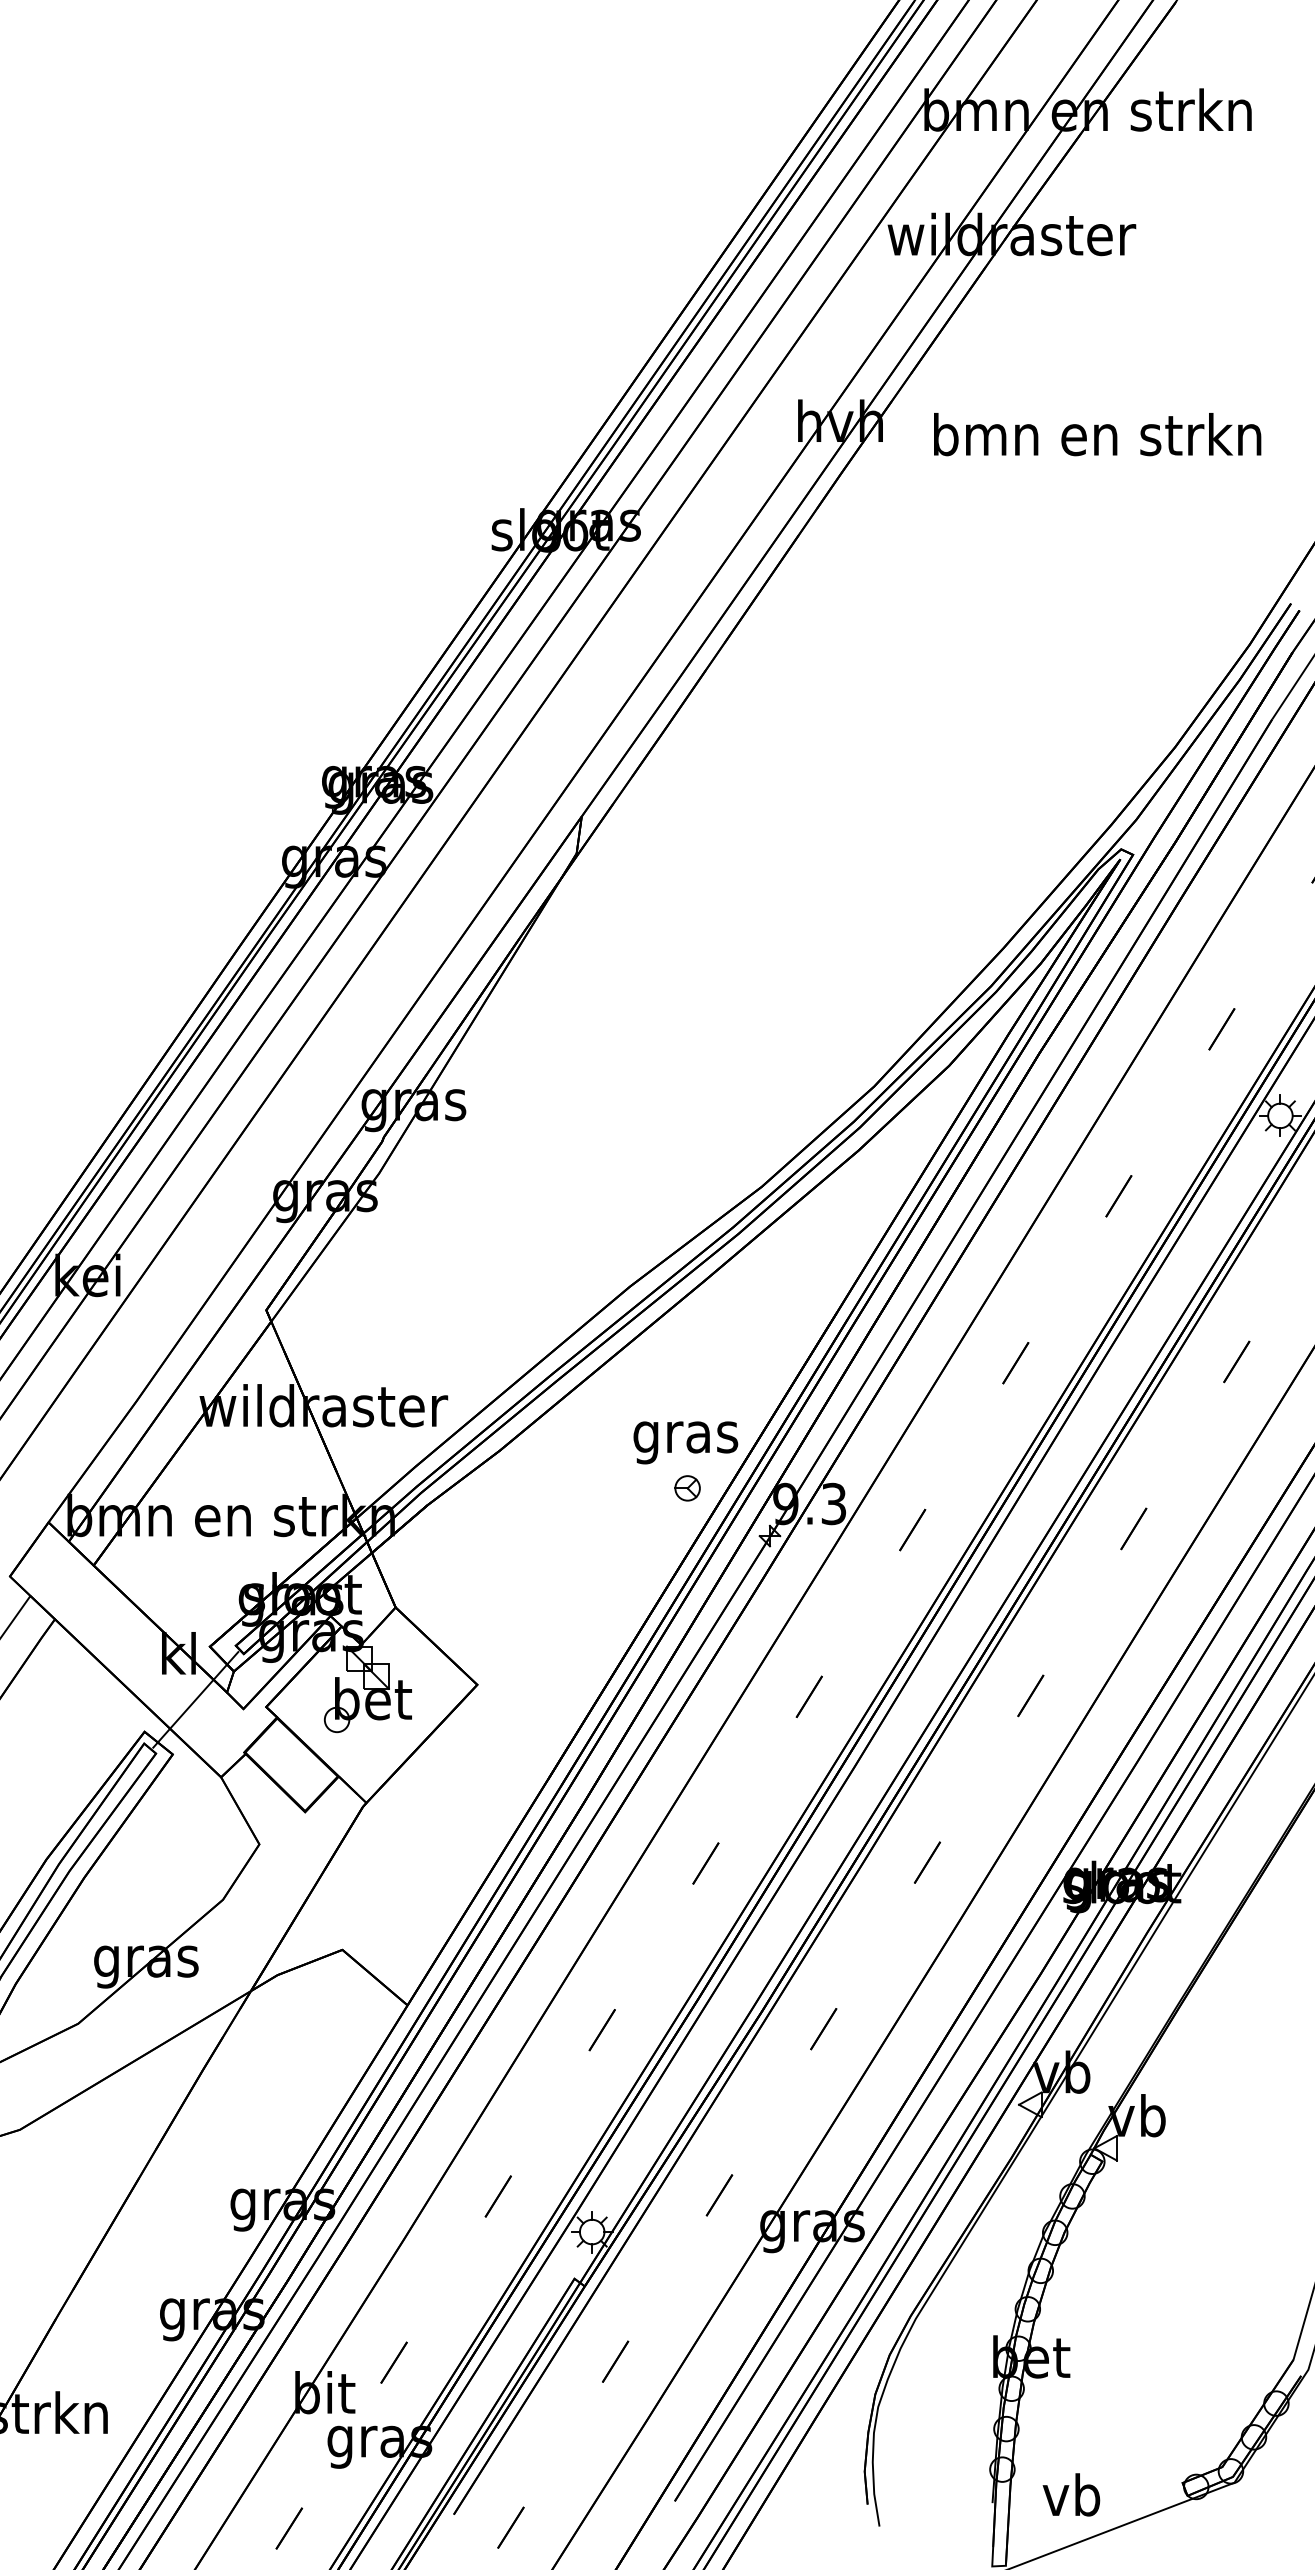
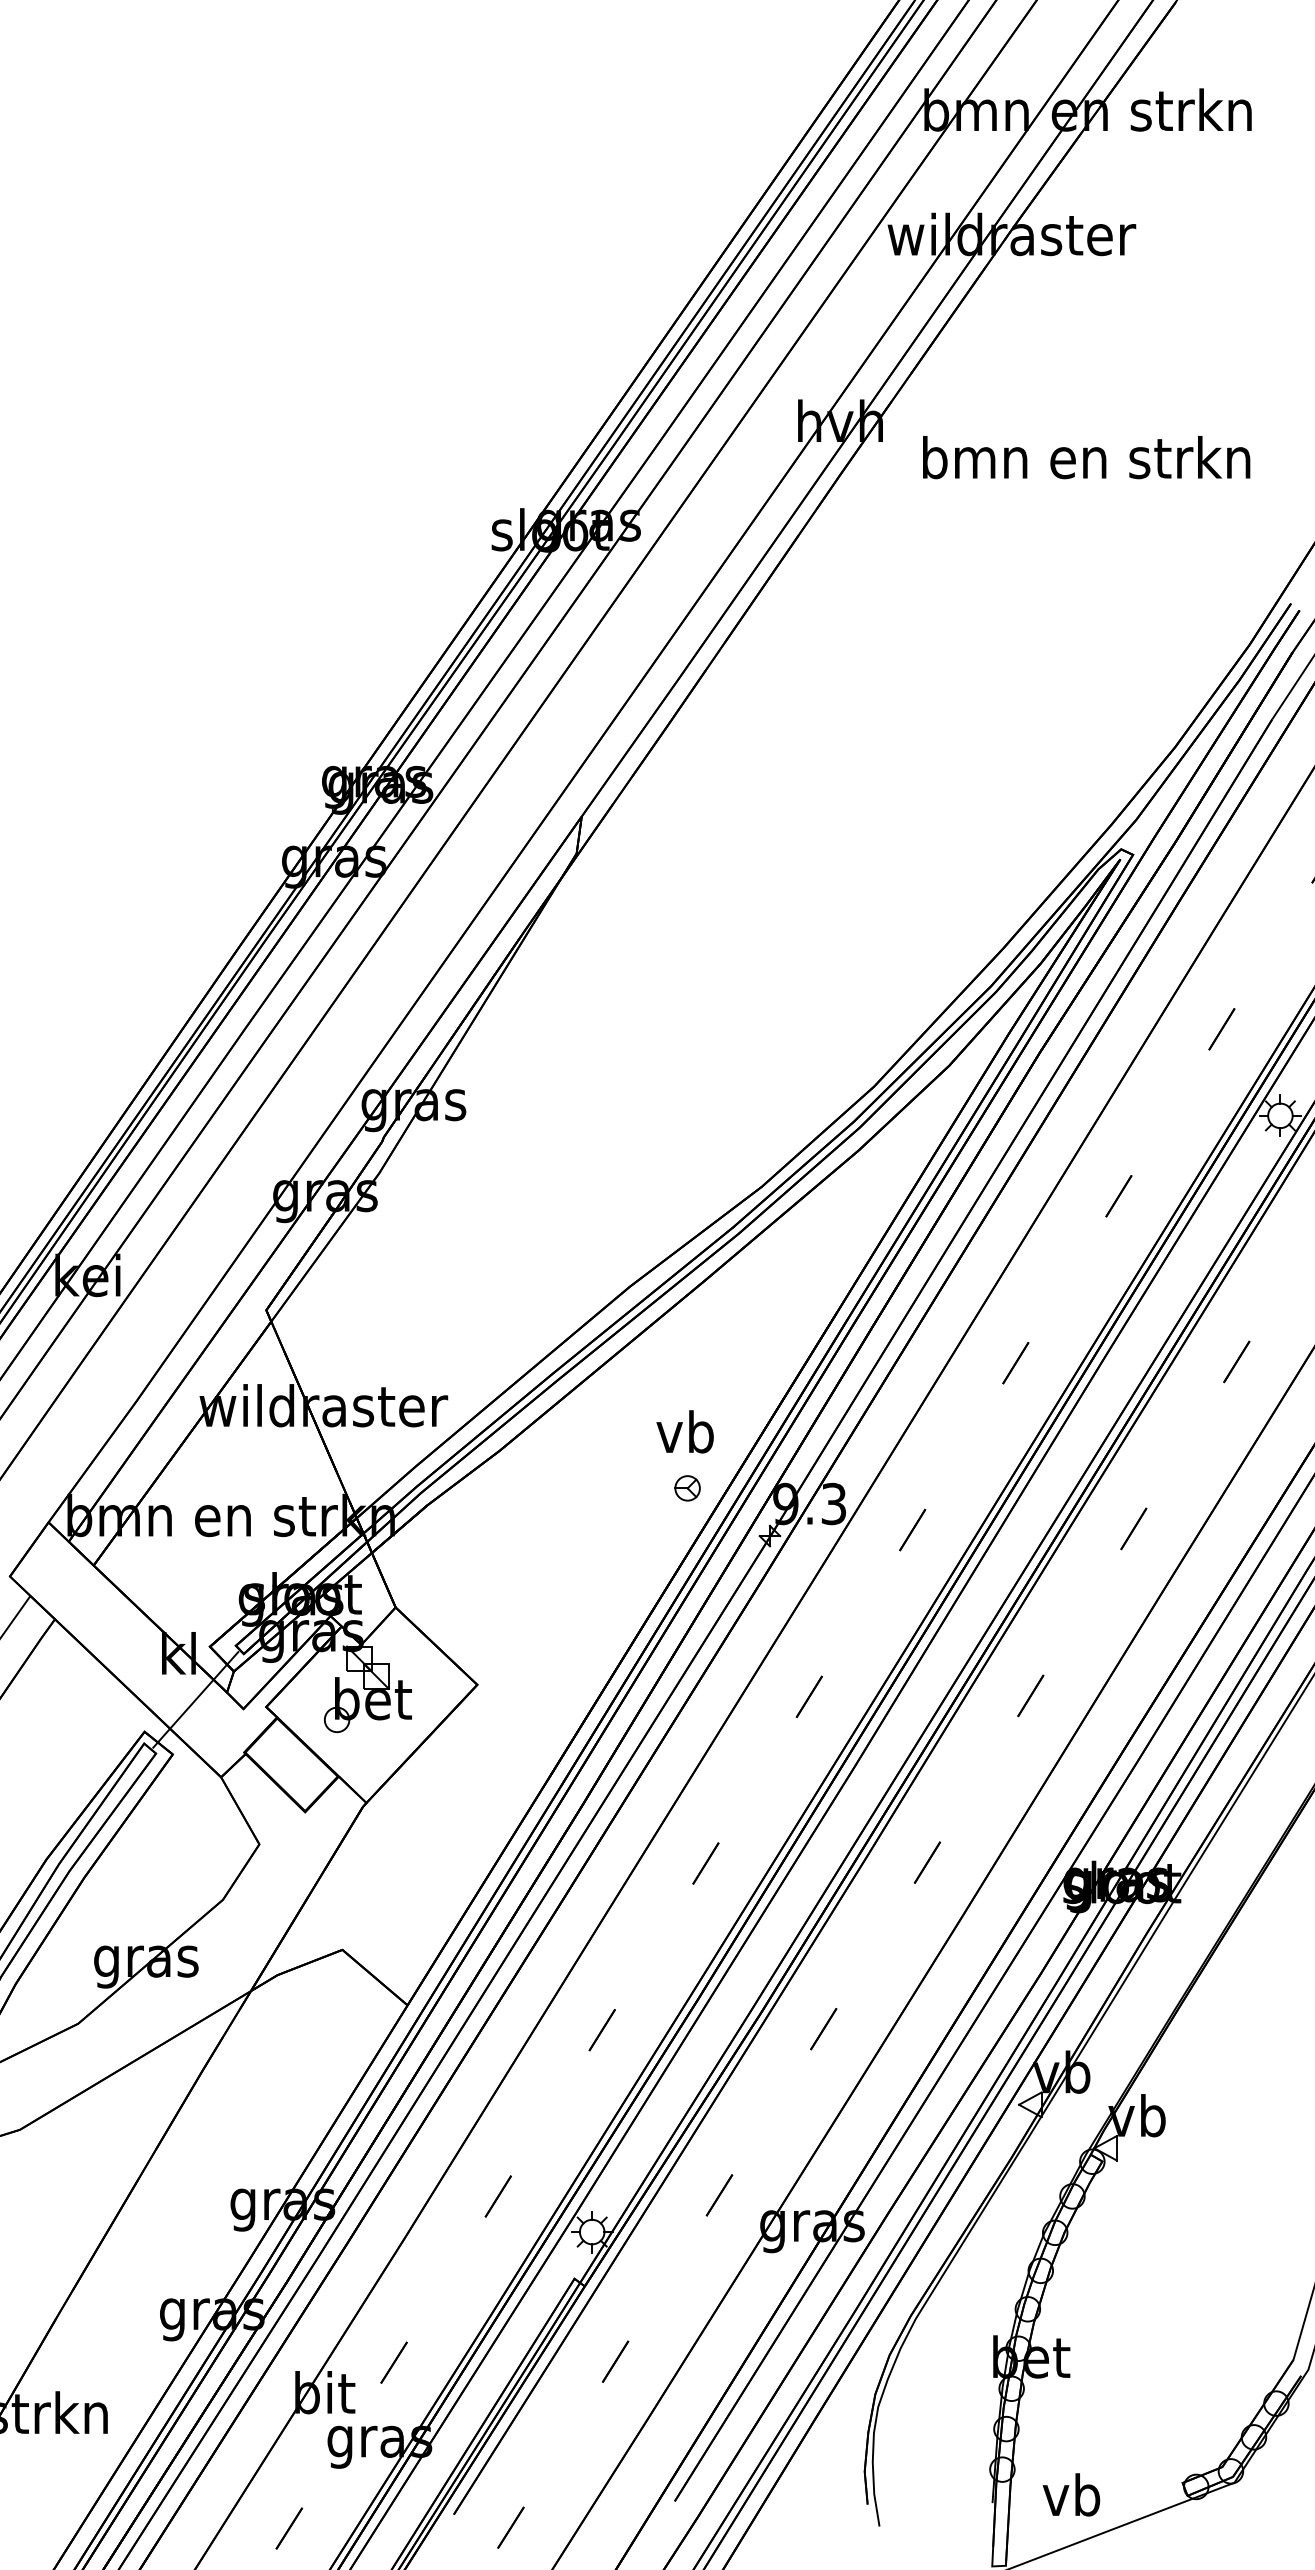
text at (1097, 434) position: (1097, 434) -> (1086, 457)
text at (685, 1437): gras -> vb
